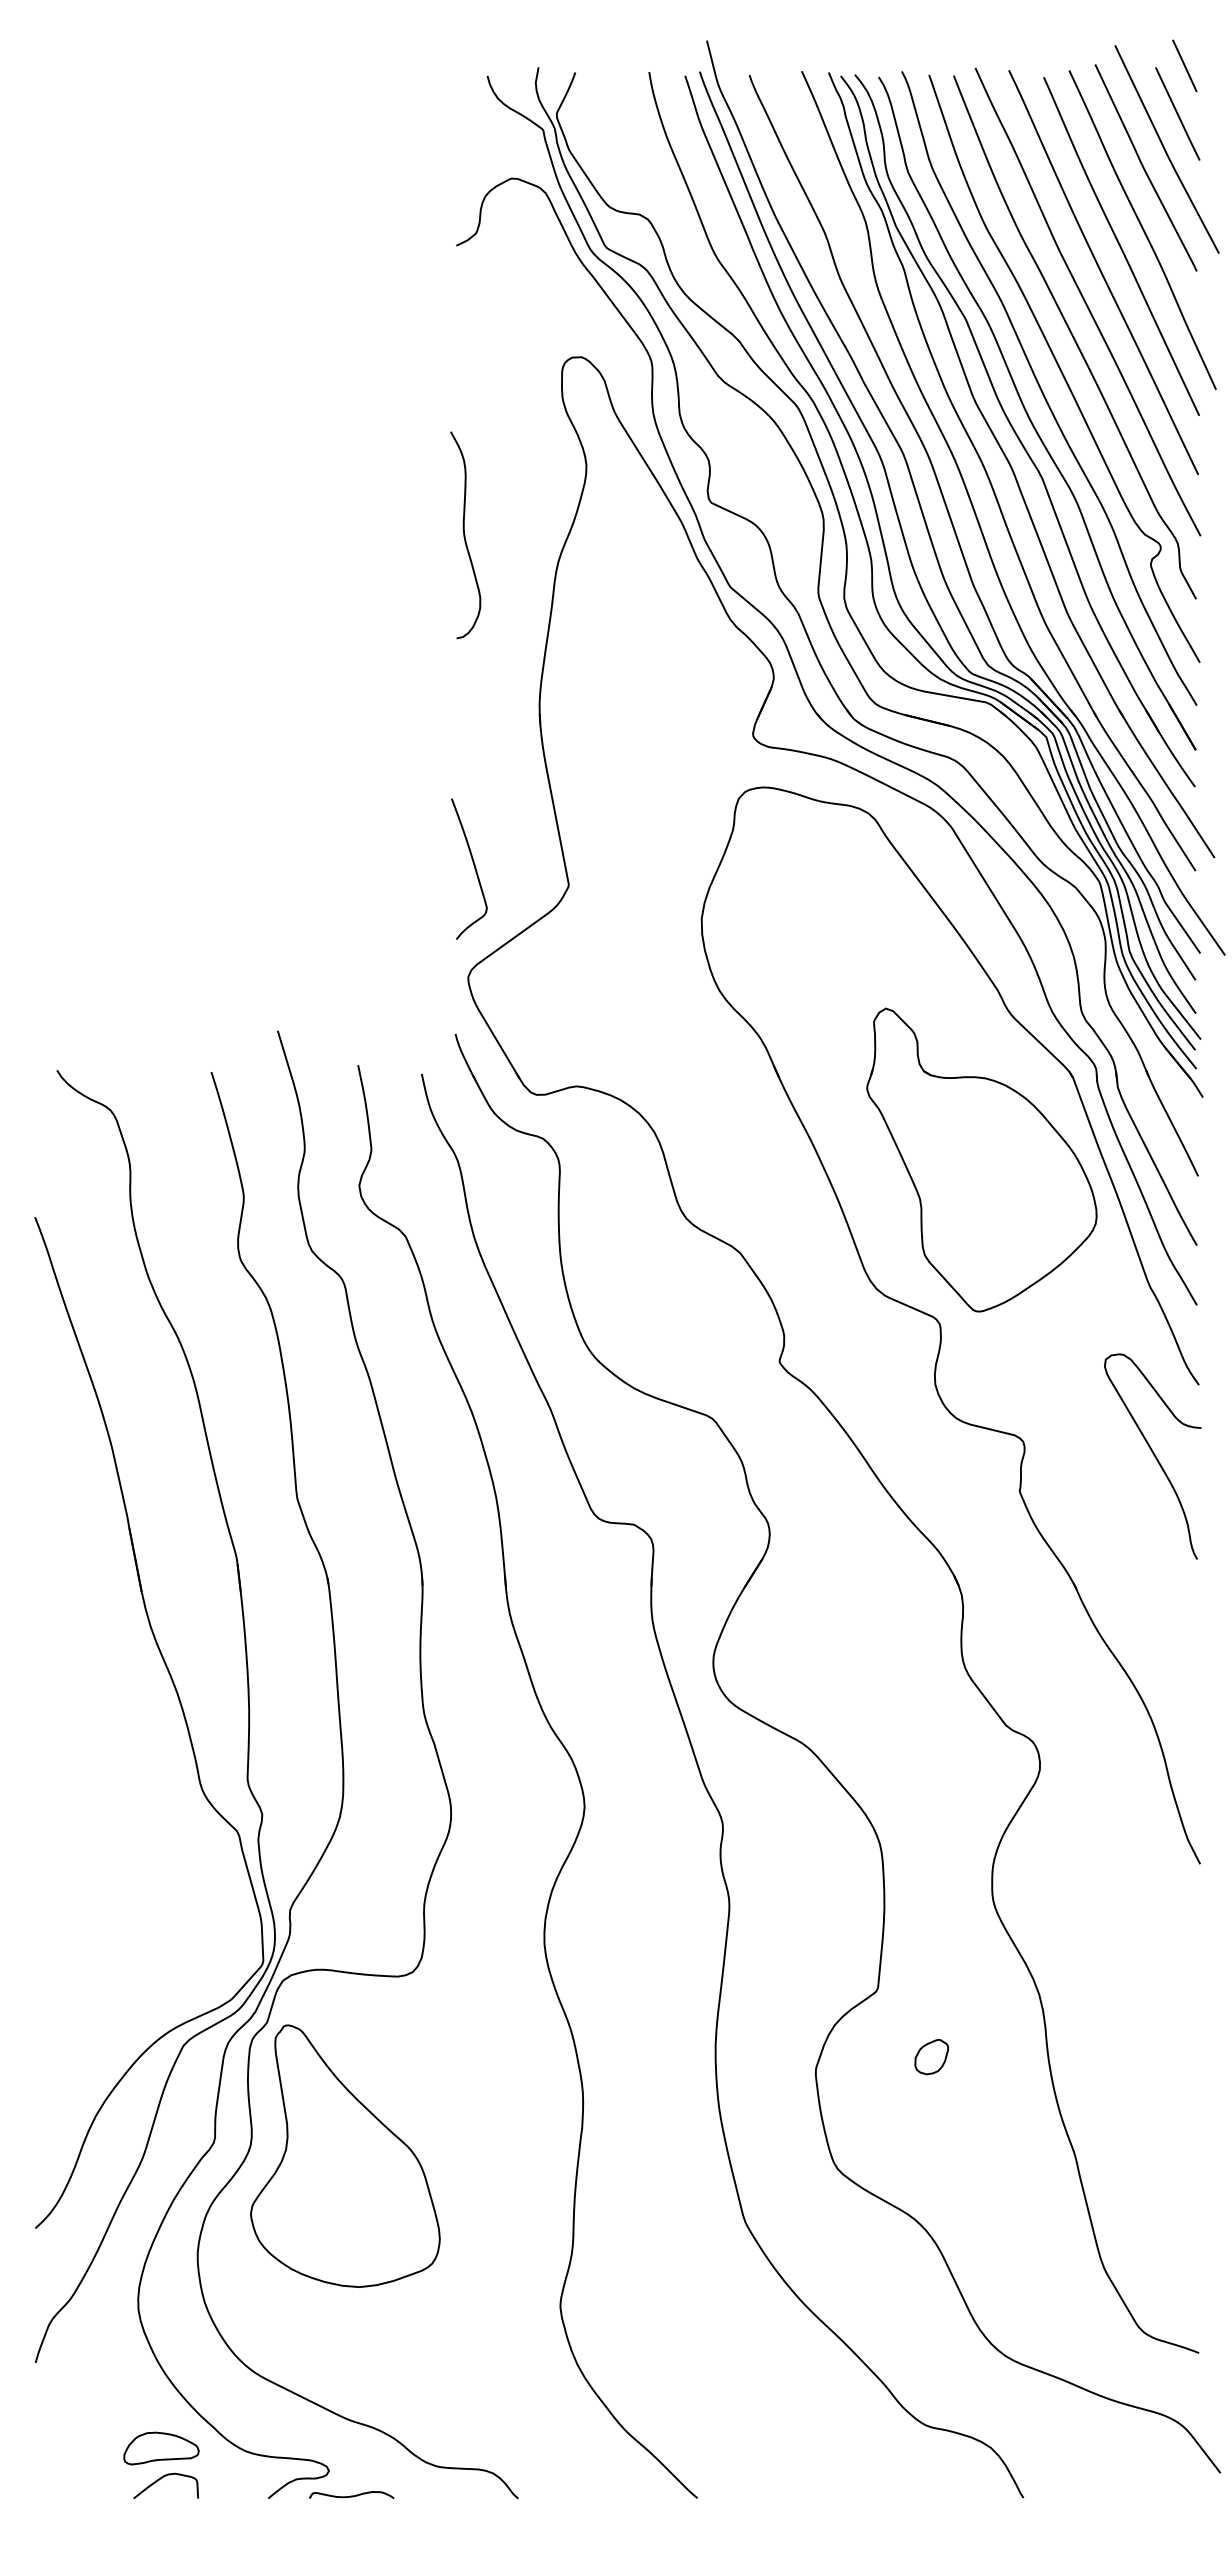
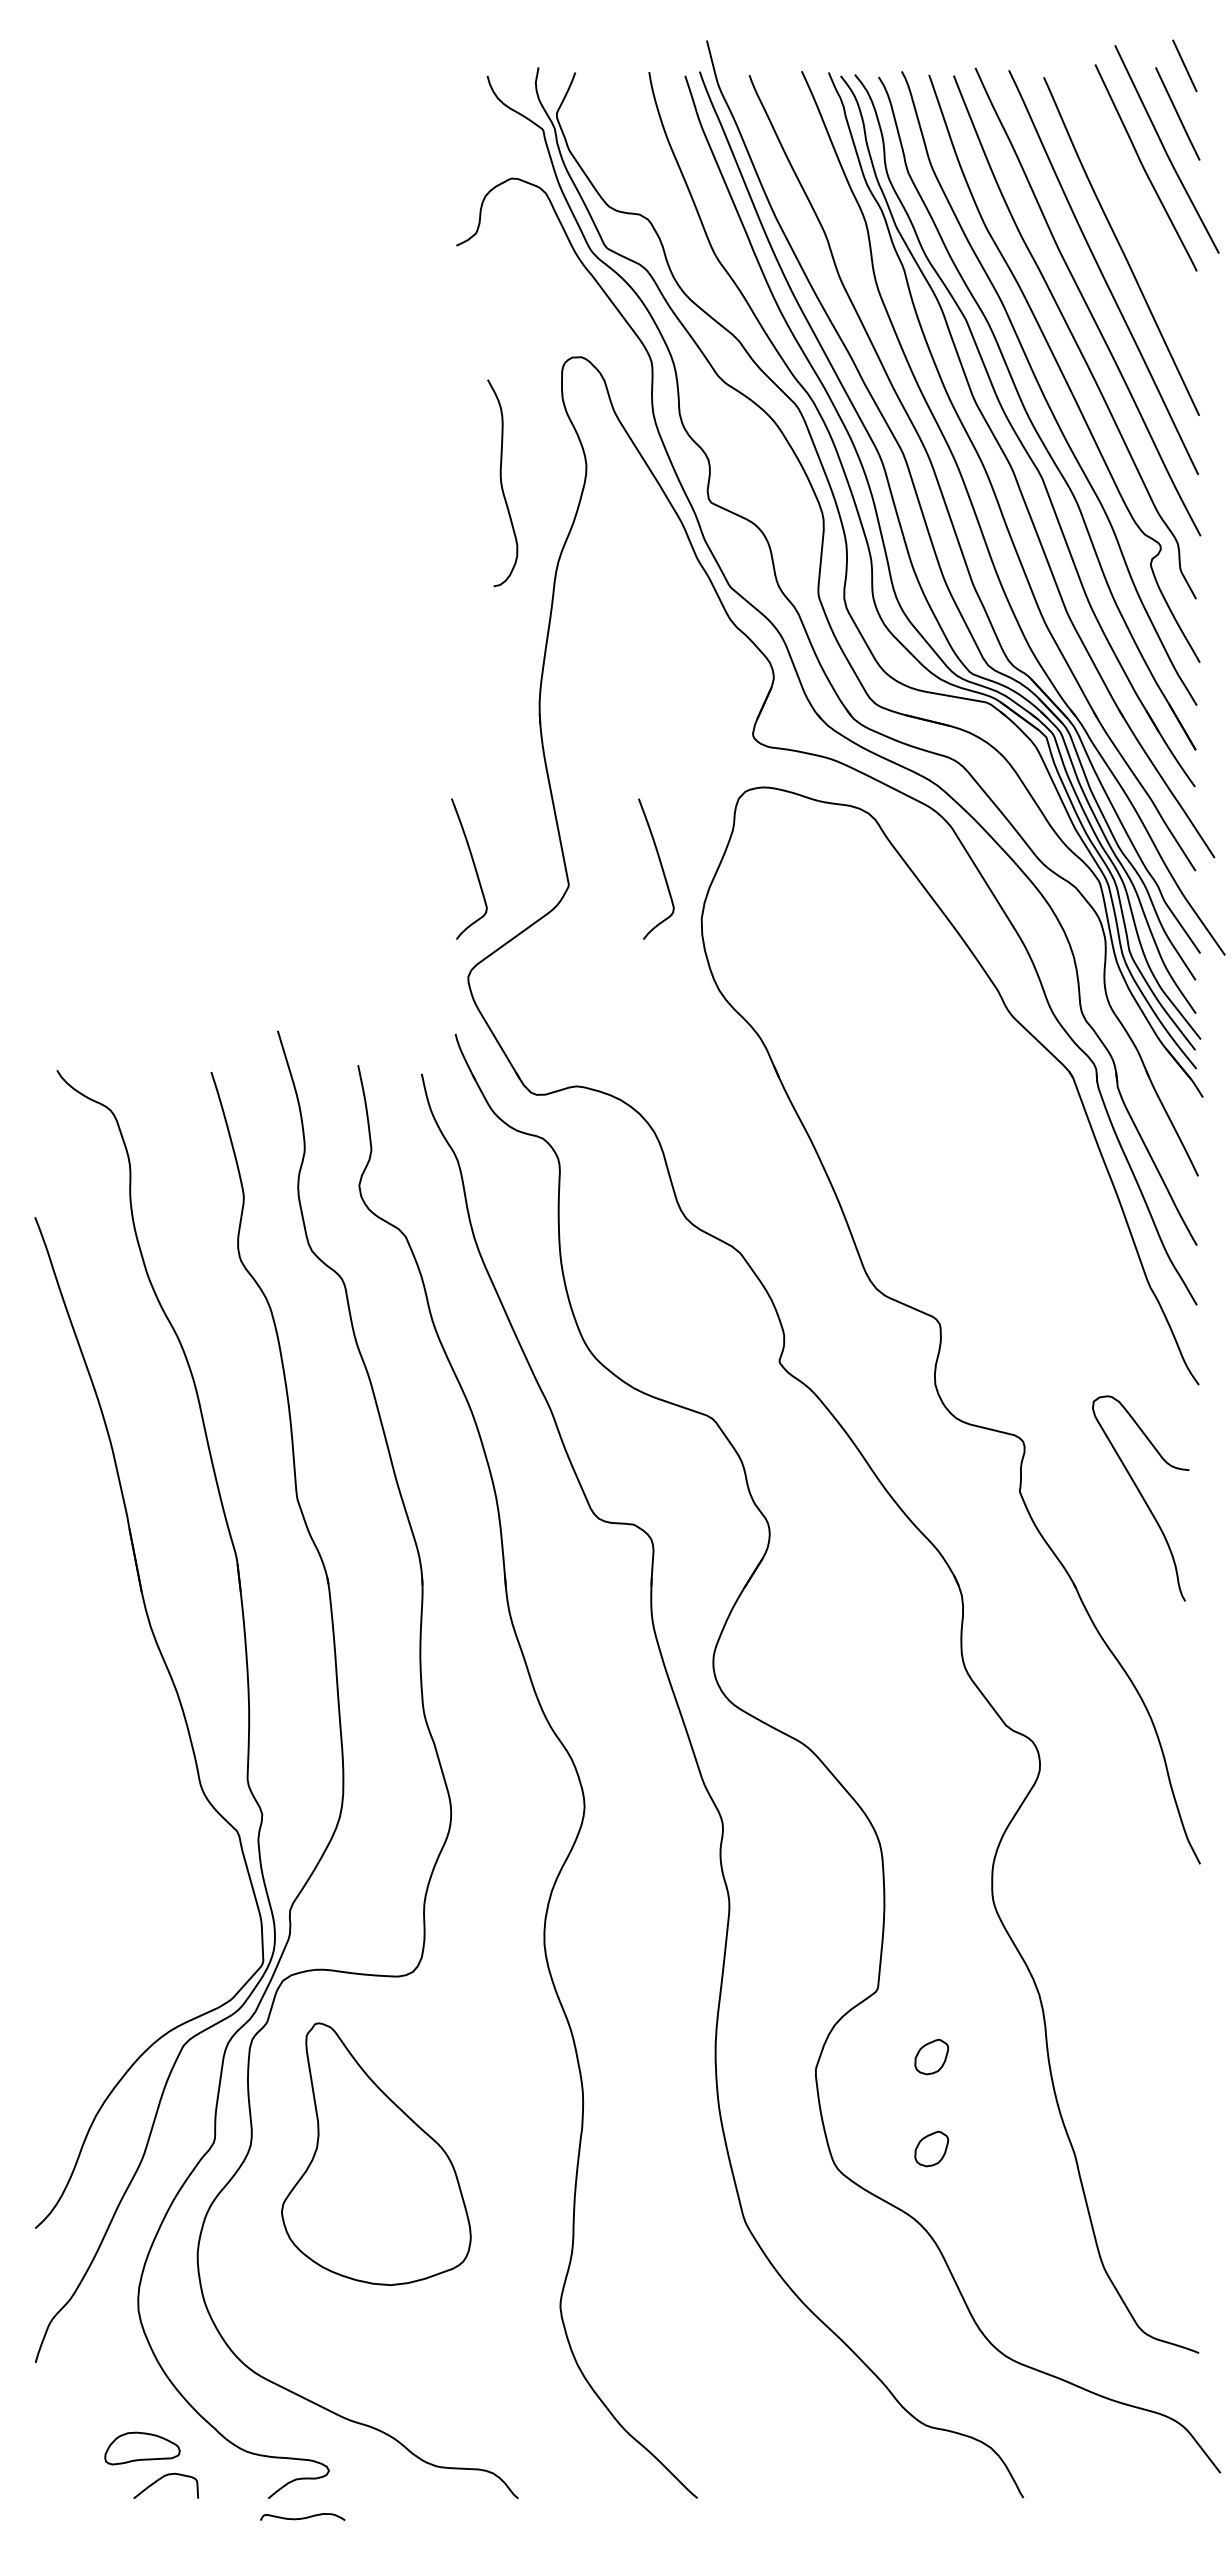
curve at (1142, 229): present -> none
curve at (465, 535) position: (465, 535) -> (502, 483)
curve at (660, 865): none -> present
part at (981, 1159): present -> none
curve at (1153, 1455) position: (1153, 1455) -> (1141, 1497)
part at (931, 2148): none -> present
part at (345, 2155) position: (345, 2155) -> (376, 2153)
part at (161, 2448) position: (161, 2448) -> (142, 2448)
curve at (351, 2495) position: (351, 2495) -> (302, 2517)
